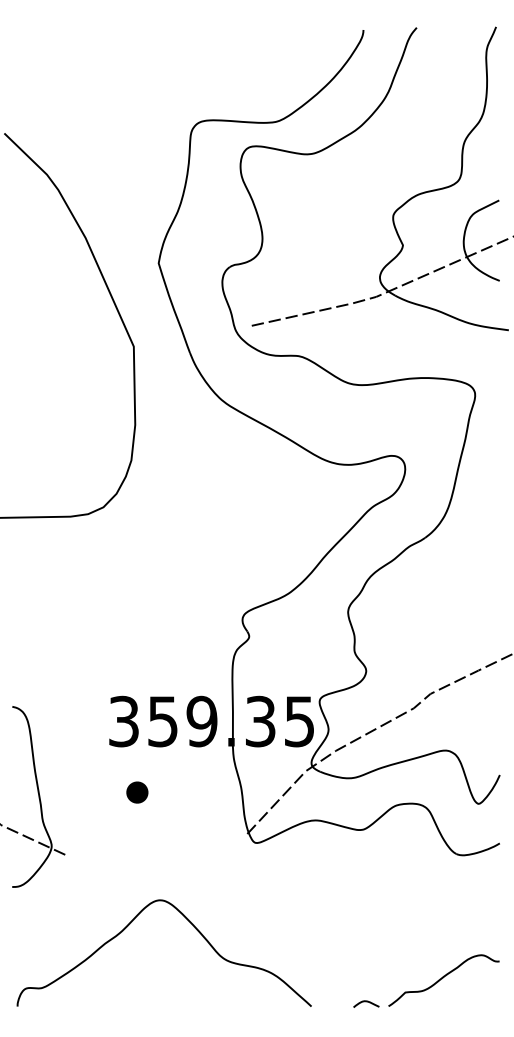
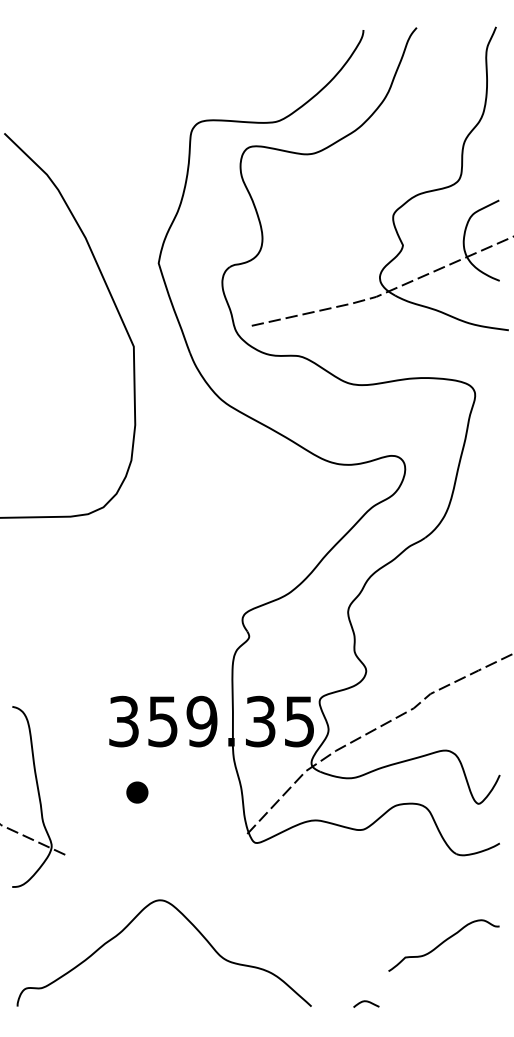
curve at (442, 979) position: (442, 979) -> (442, 944)
